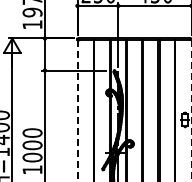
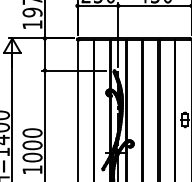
line at (77, 111): dashed -> solid
line at (191, 111): dashed -> solid
